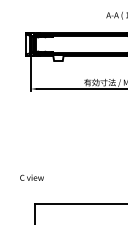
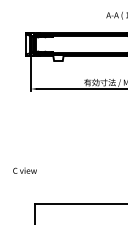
text at (31, 177) position: (31, 177) -> (24, 170)
